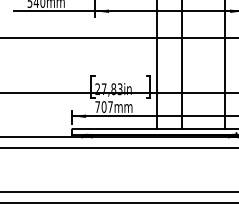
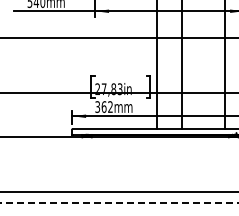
text at (103, 106): 707mm -> 362mm
line at (118, 148): present -> none
line at (119, 203): solid -> dashed
